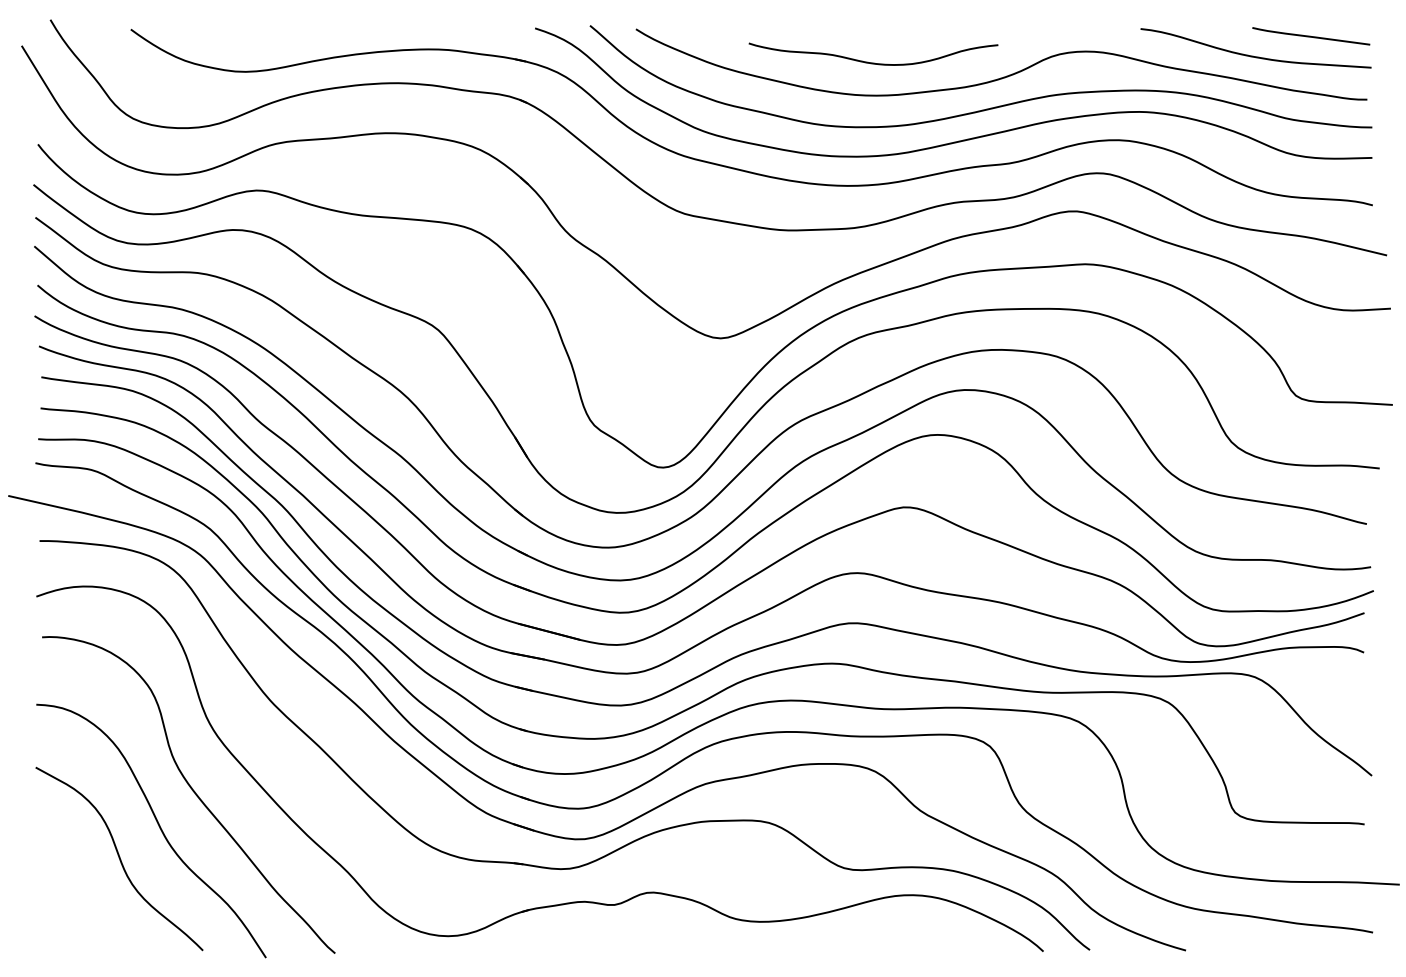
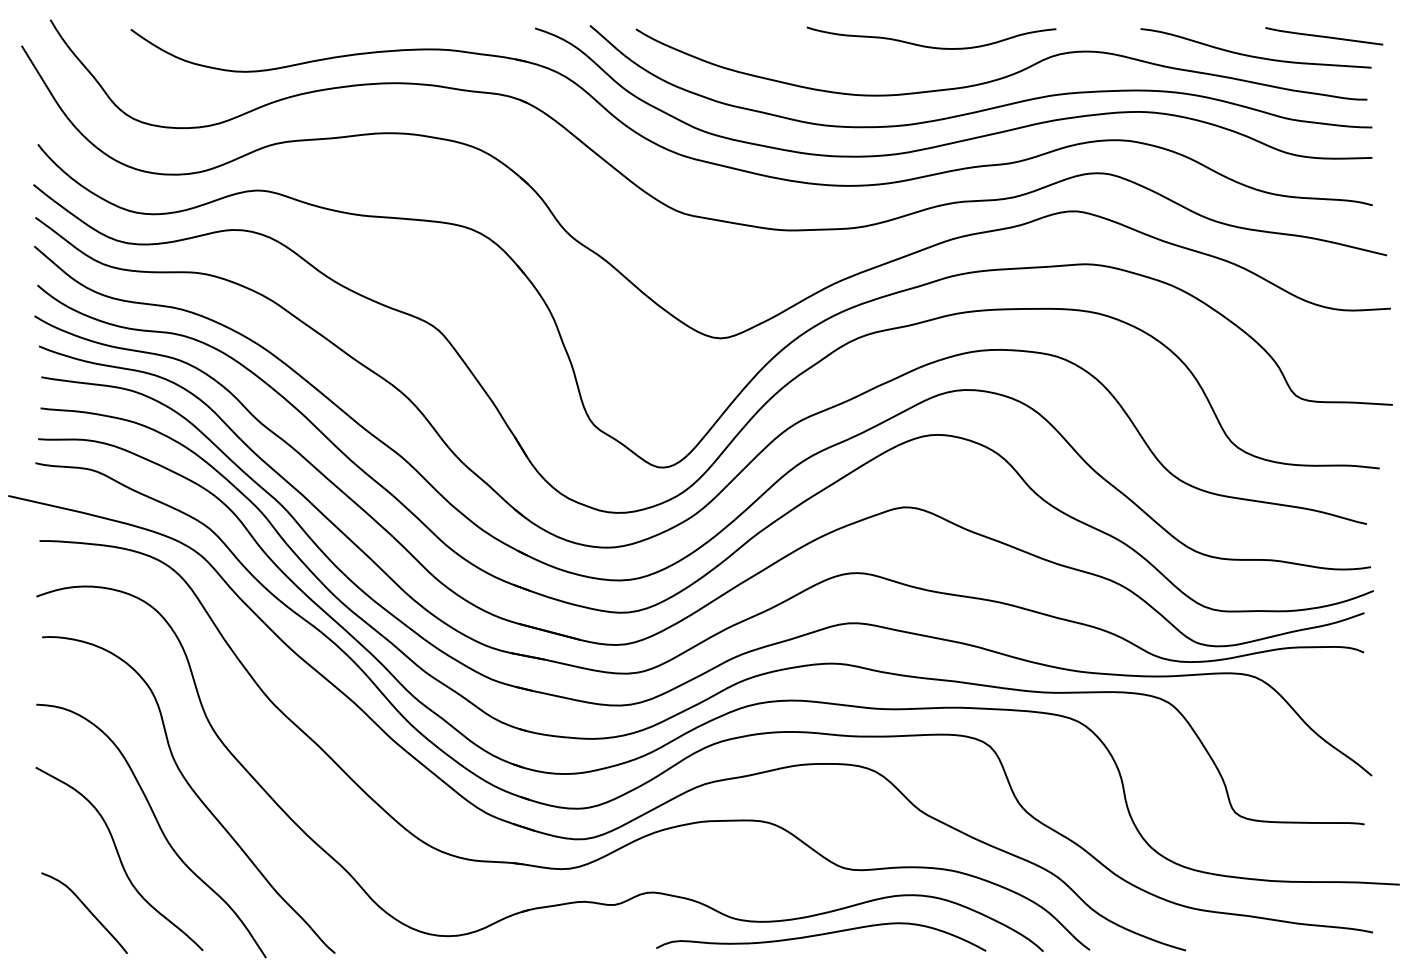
curve at (1311, 36) position: (1311, 36) -> (1324, 36)
curve at (873, 62) position: (873, 62) -> (931, 46)
curve at (87, 910): none -> present
curve at (821, 935): none -> present
